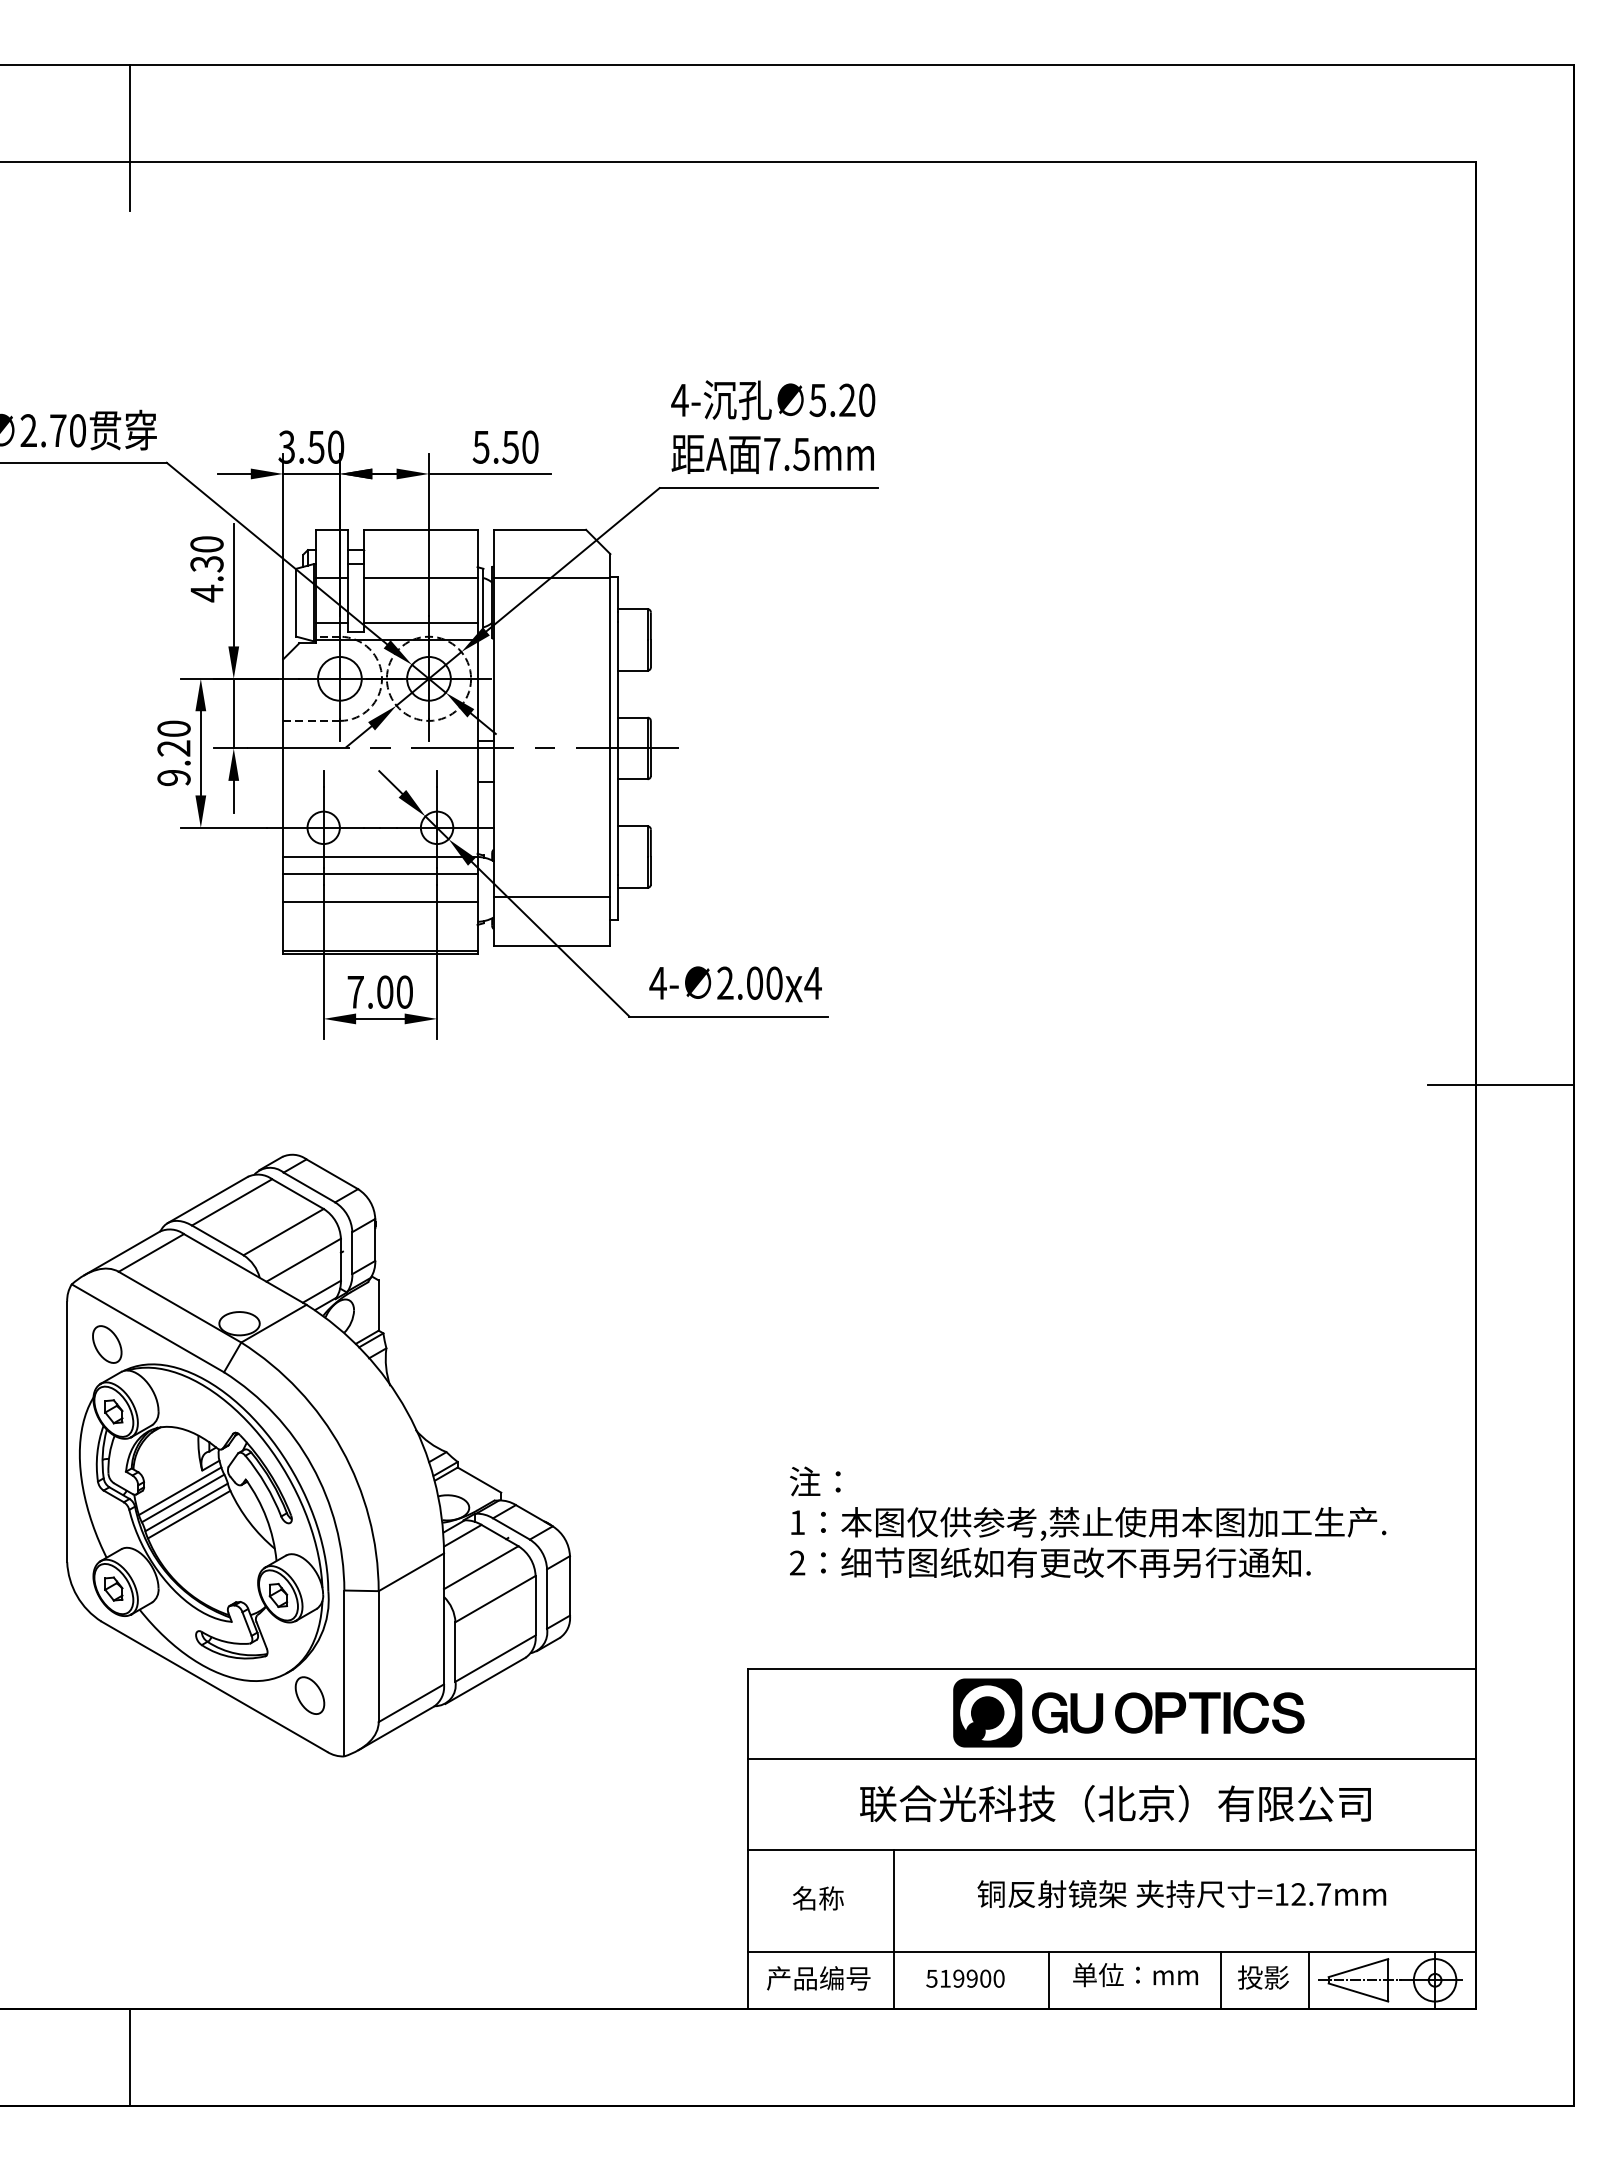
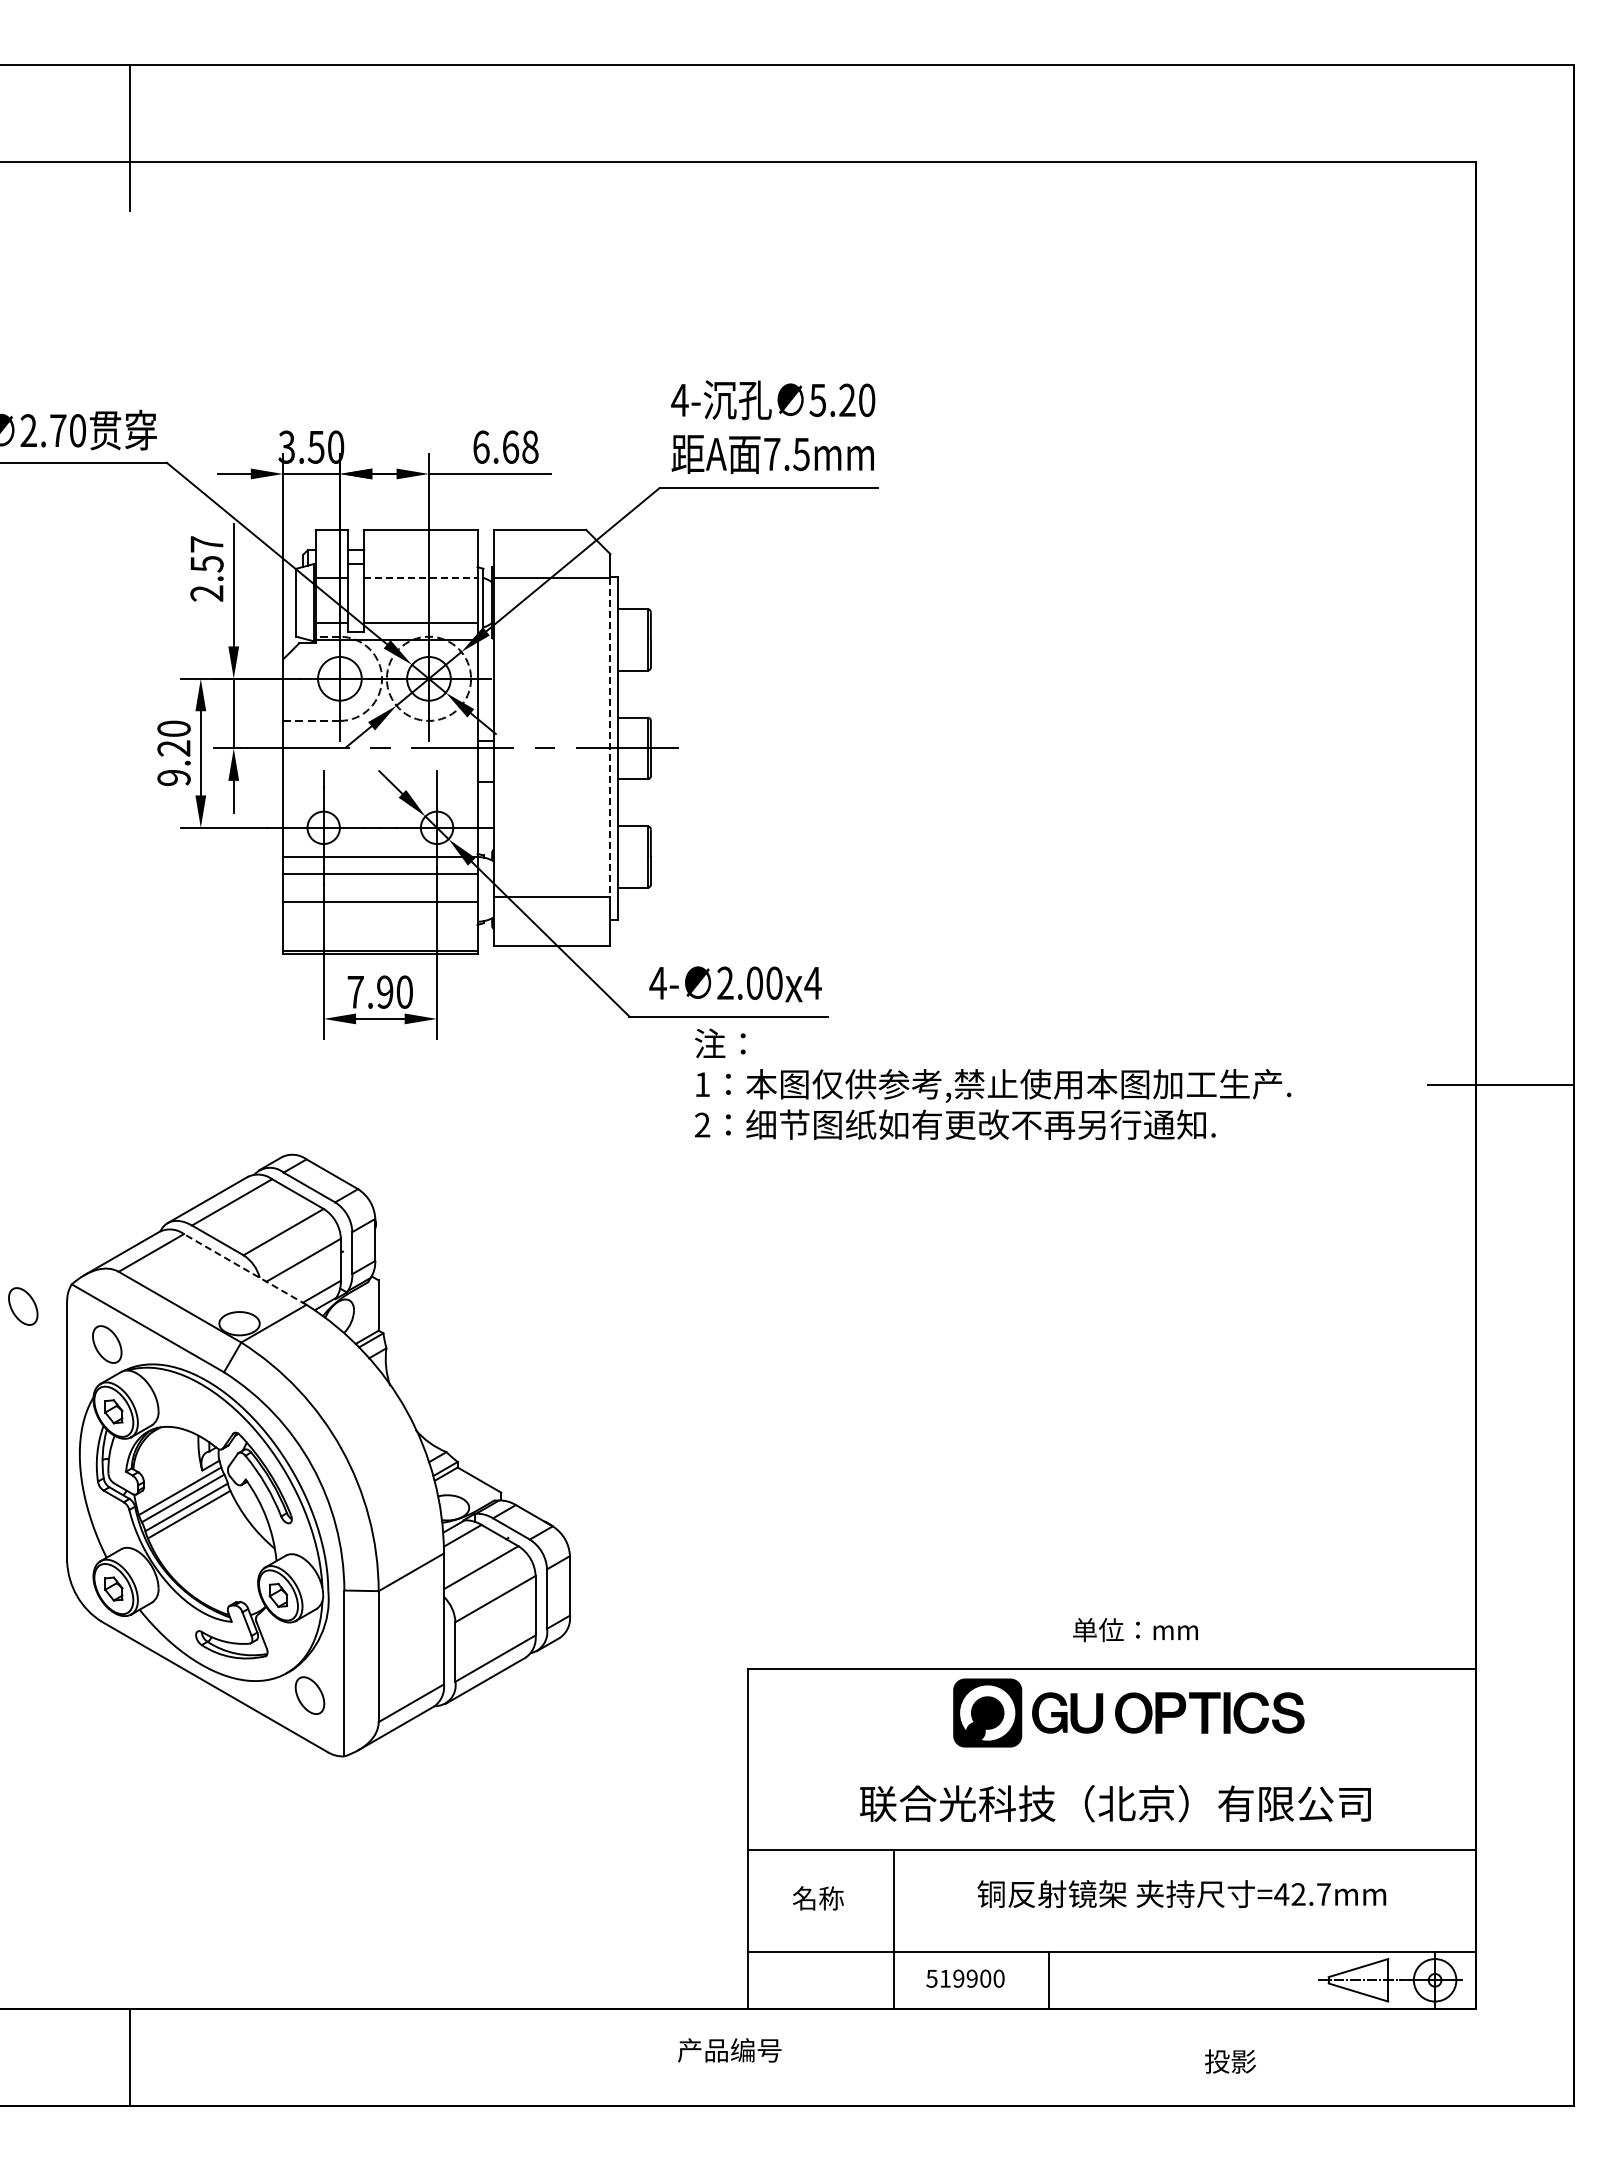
text at (505, 446): 5.50 -> 6.68
text at (206, 569): 4.30 -> 2.57
line at (420, 578): solid -> dashed
line at (610, 737): solid -> dashed
text at (385, 991): 7.00 -> 7.90
line at (245, 1269): solid -> dashed
part at (23, 1306): none -> present
text at (1088, 1521) position: (1088, 1521) -> (993, 1083)
line at (1111, 1759): present -> none
text at (1281, 1894): =12.7mm -> =42.7mm
part at (1135, 1975) position: (1135, 1975) -> (1135, 1630)
text at (1263, 1977) position: (1263, 1977) -> (1230, 2061)
text at (818, 1978) position: (818, 1978) -> (729, 2050)
line at (1220, 1979): present -> none
line at (1309, 1979): present -> none
